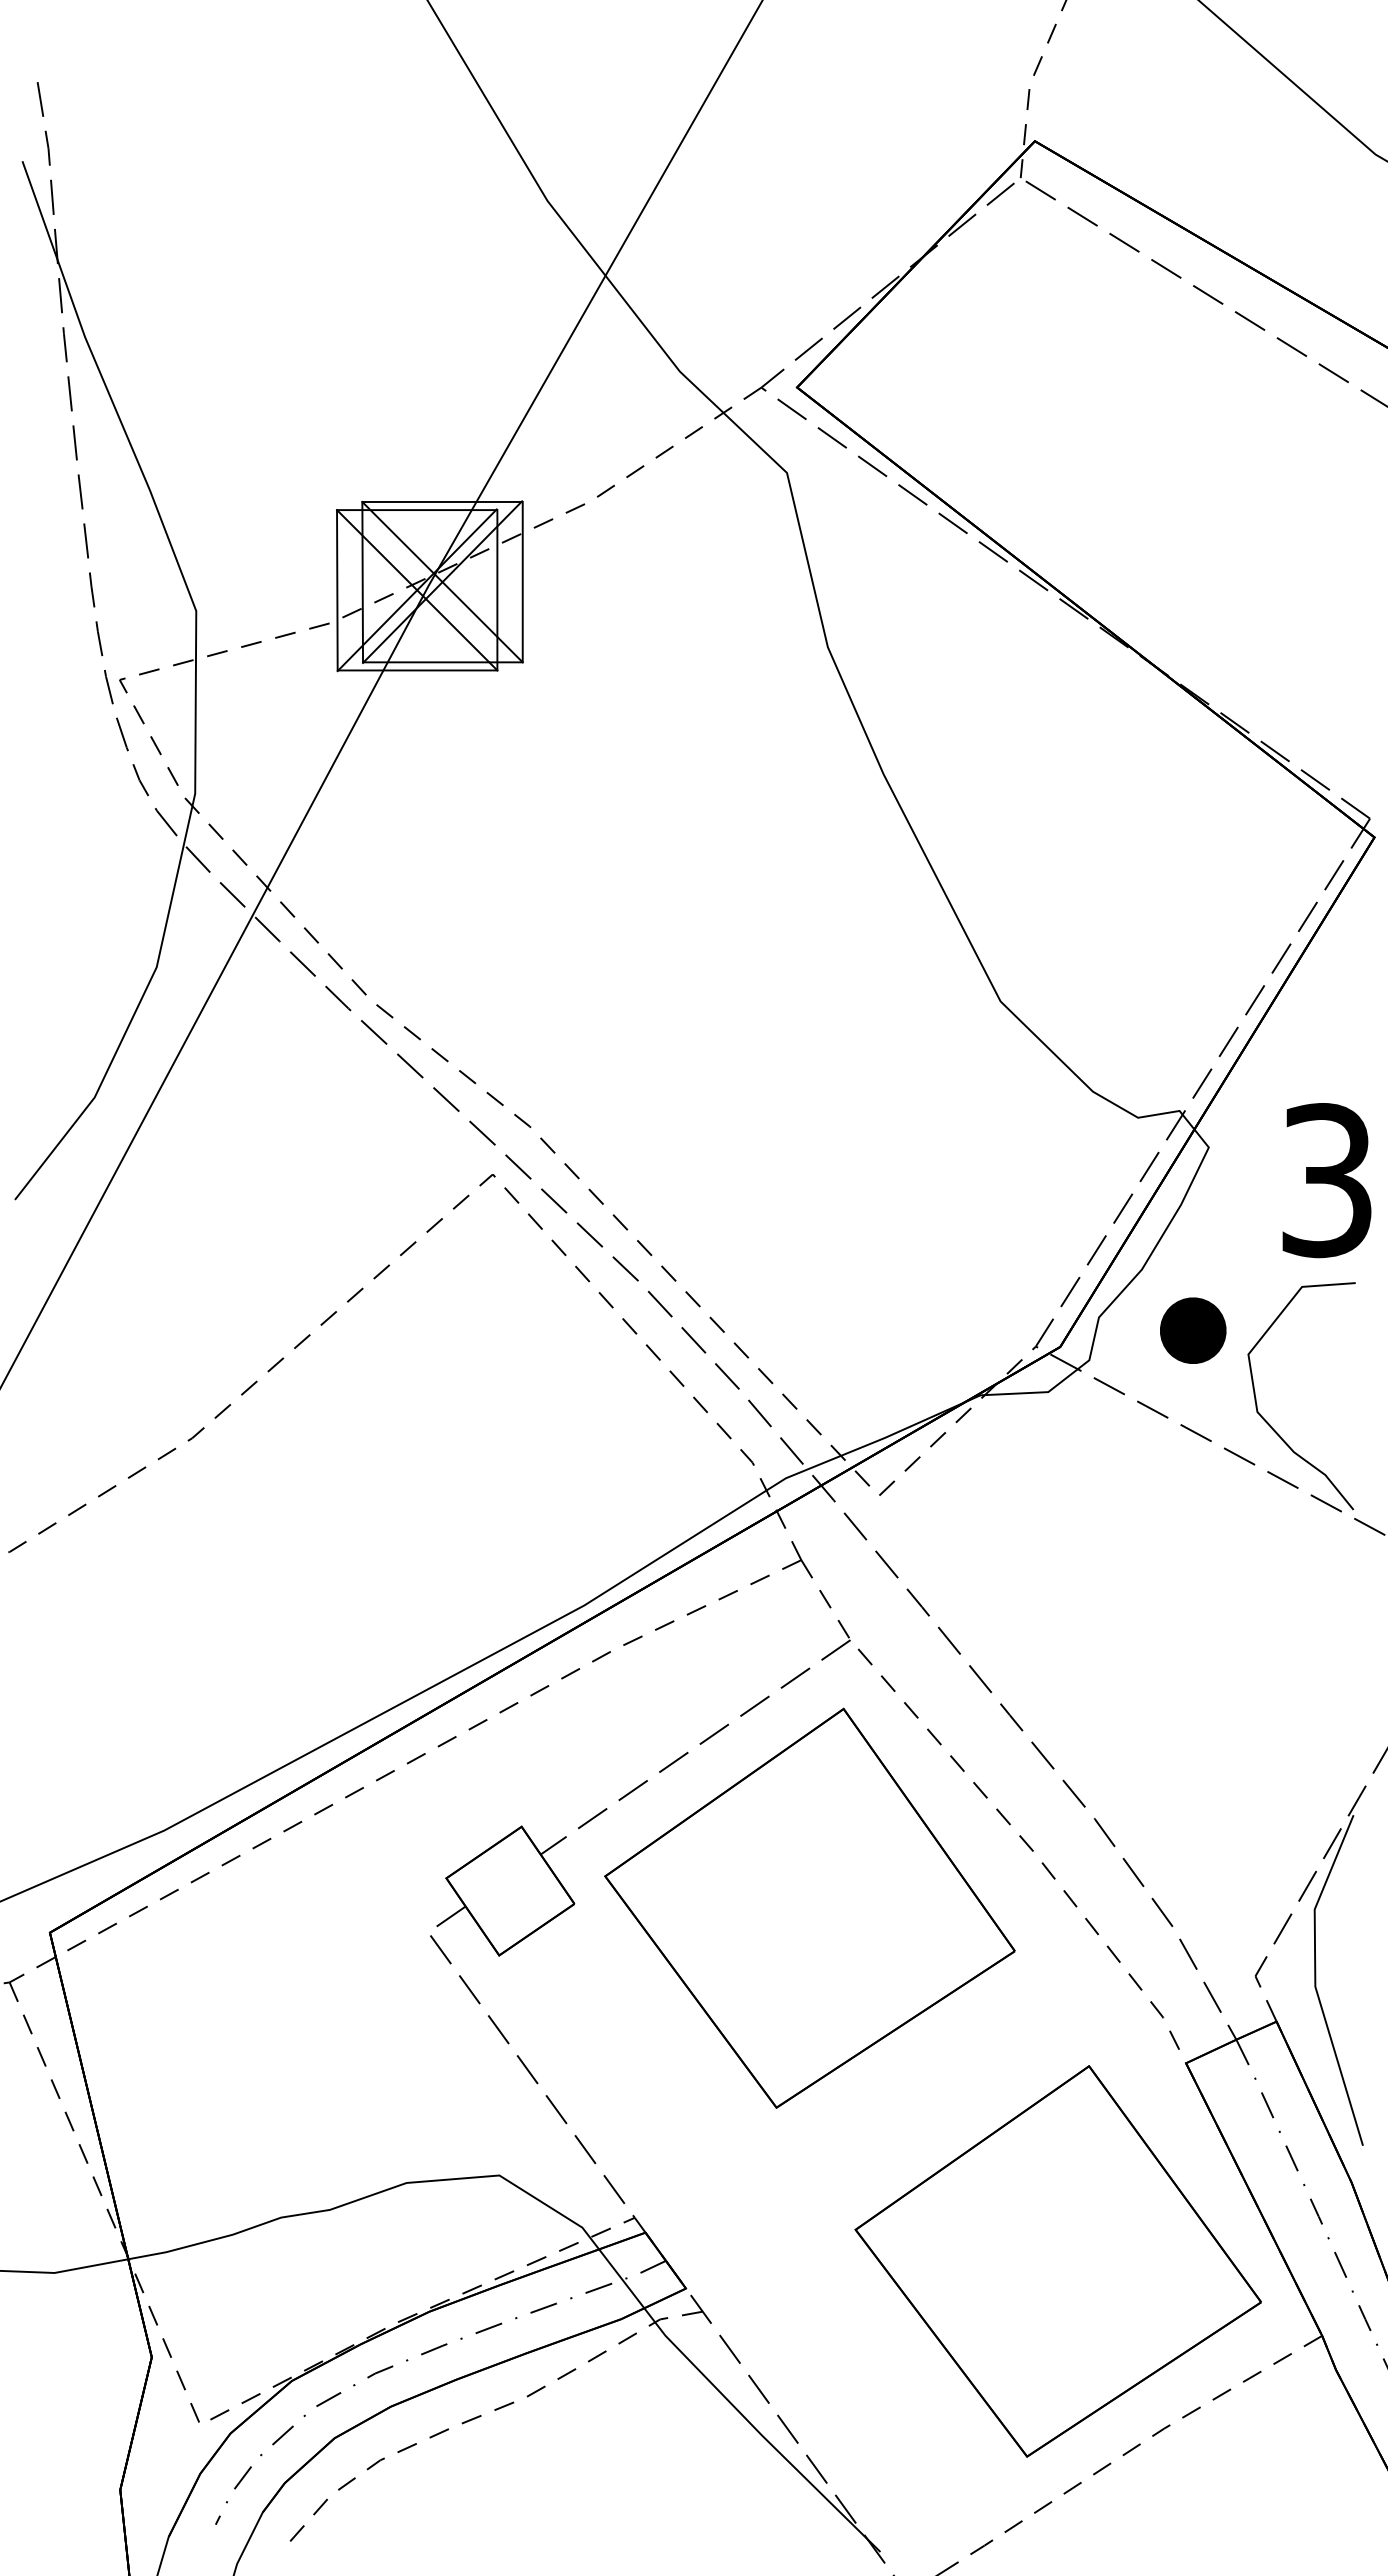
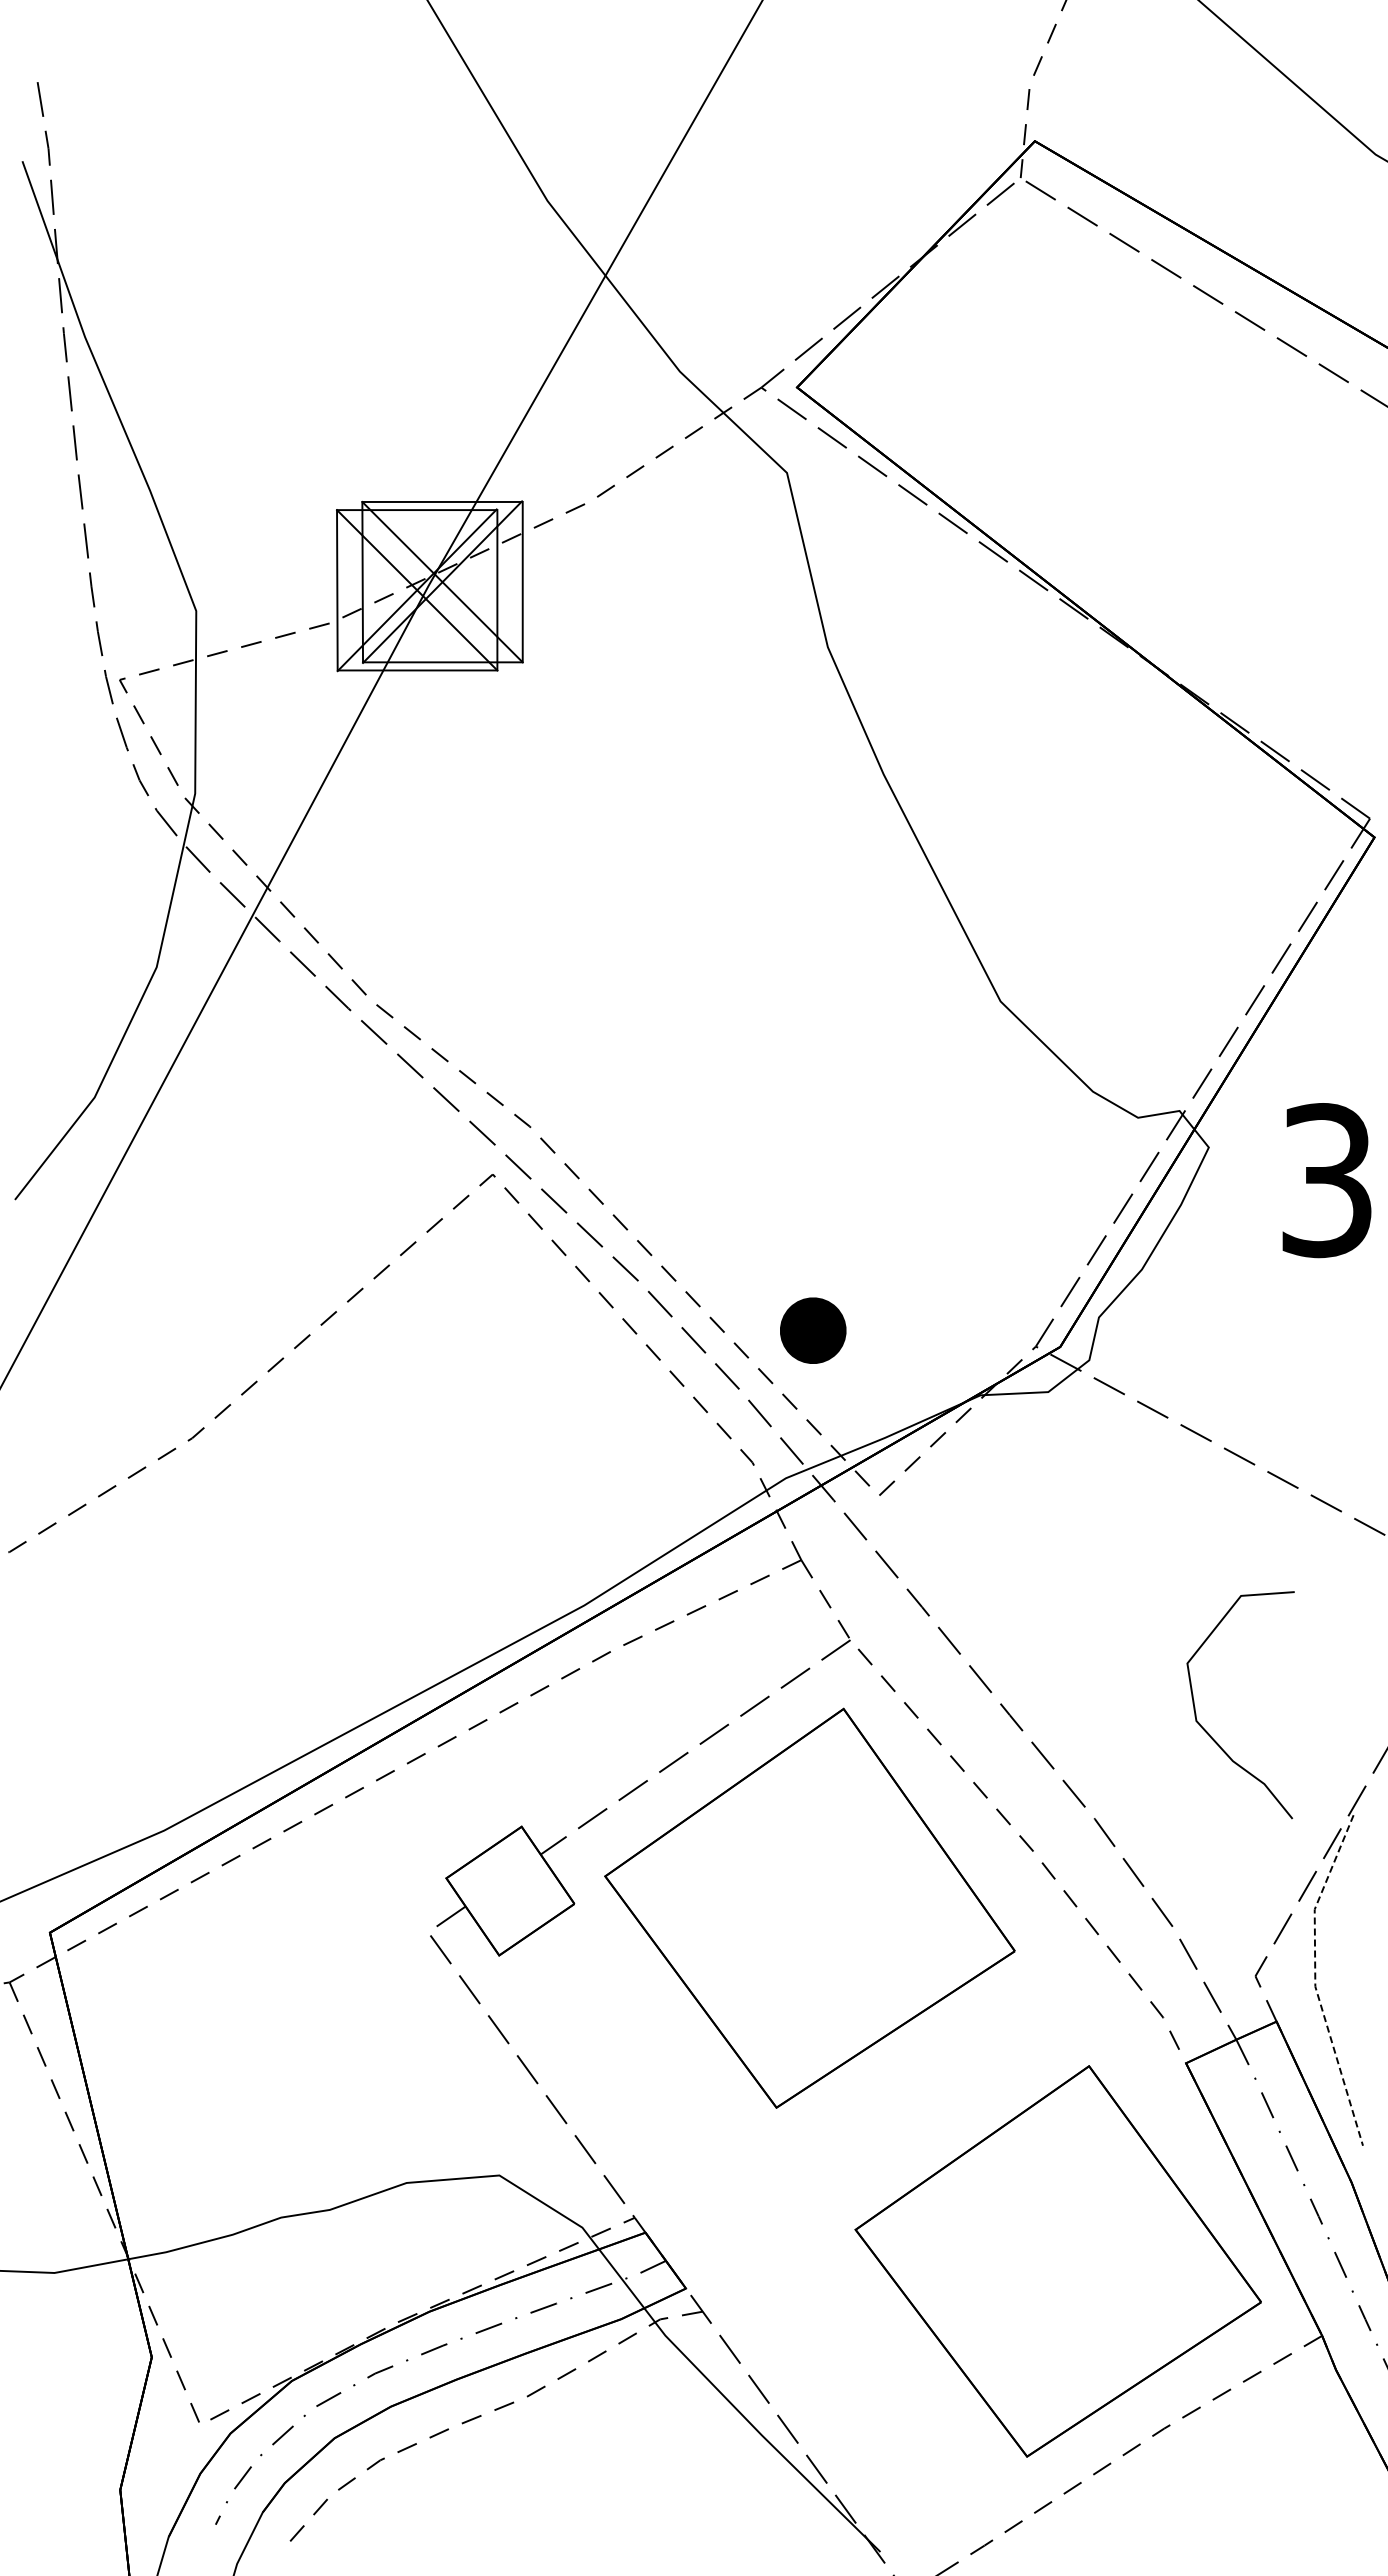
part at (1193, 1330) position: (1193, 1330) -> (813, 1330)
curve at (1270, 1424) position: (1270, 1424) -> (1209, 1733)
line at (1315, 1979): solid -> dashed
